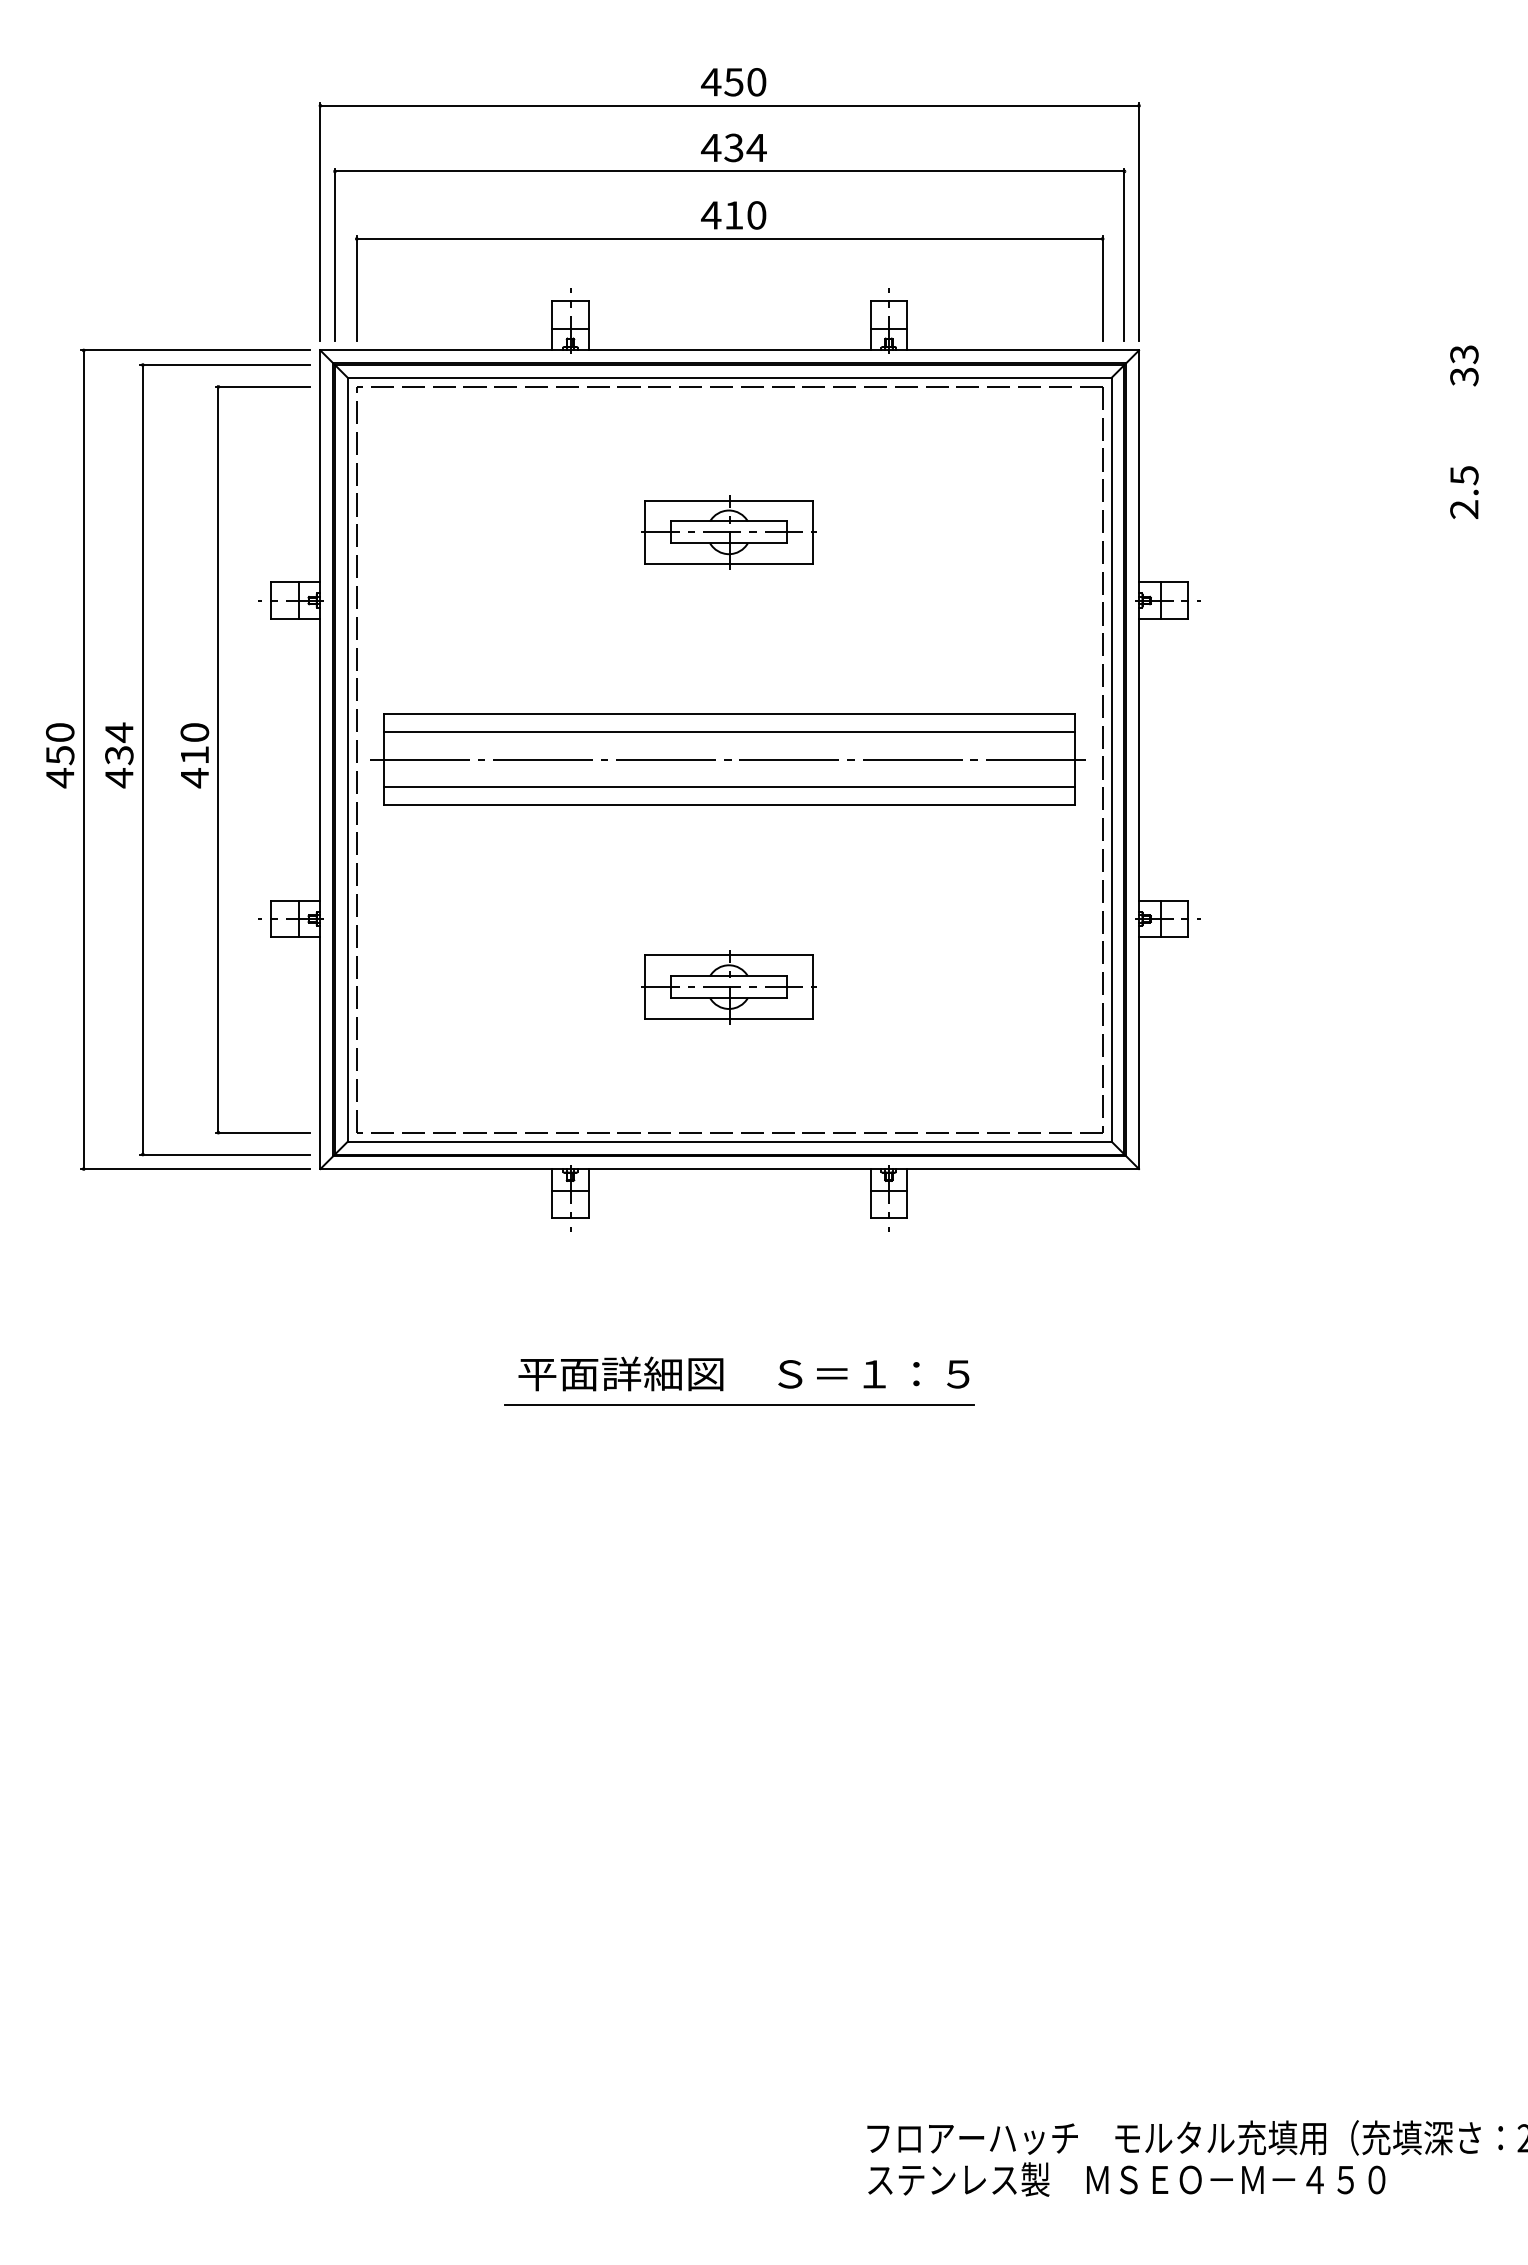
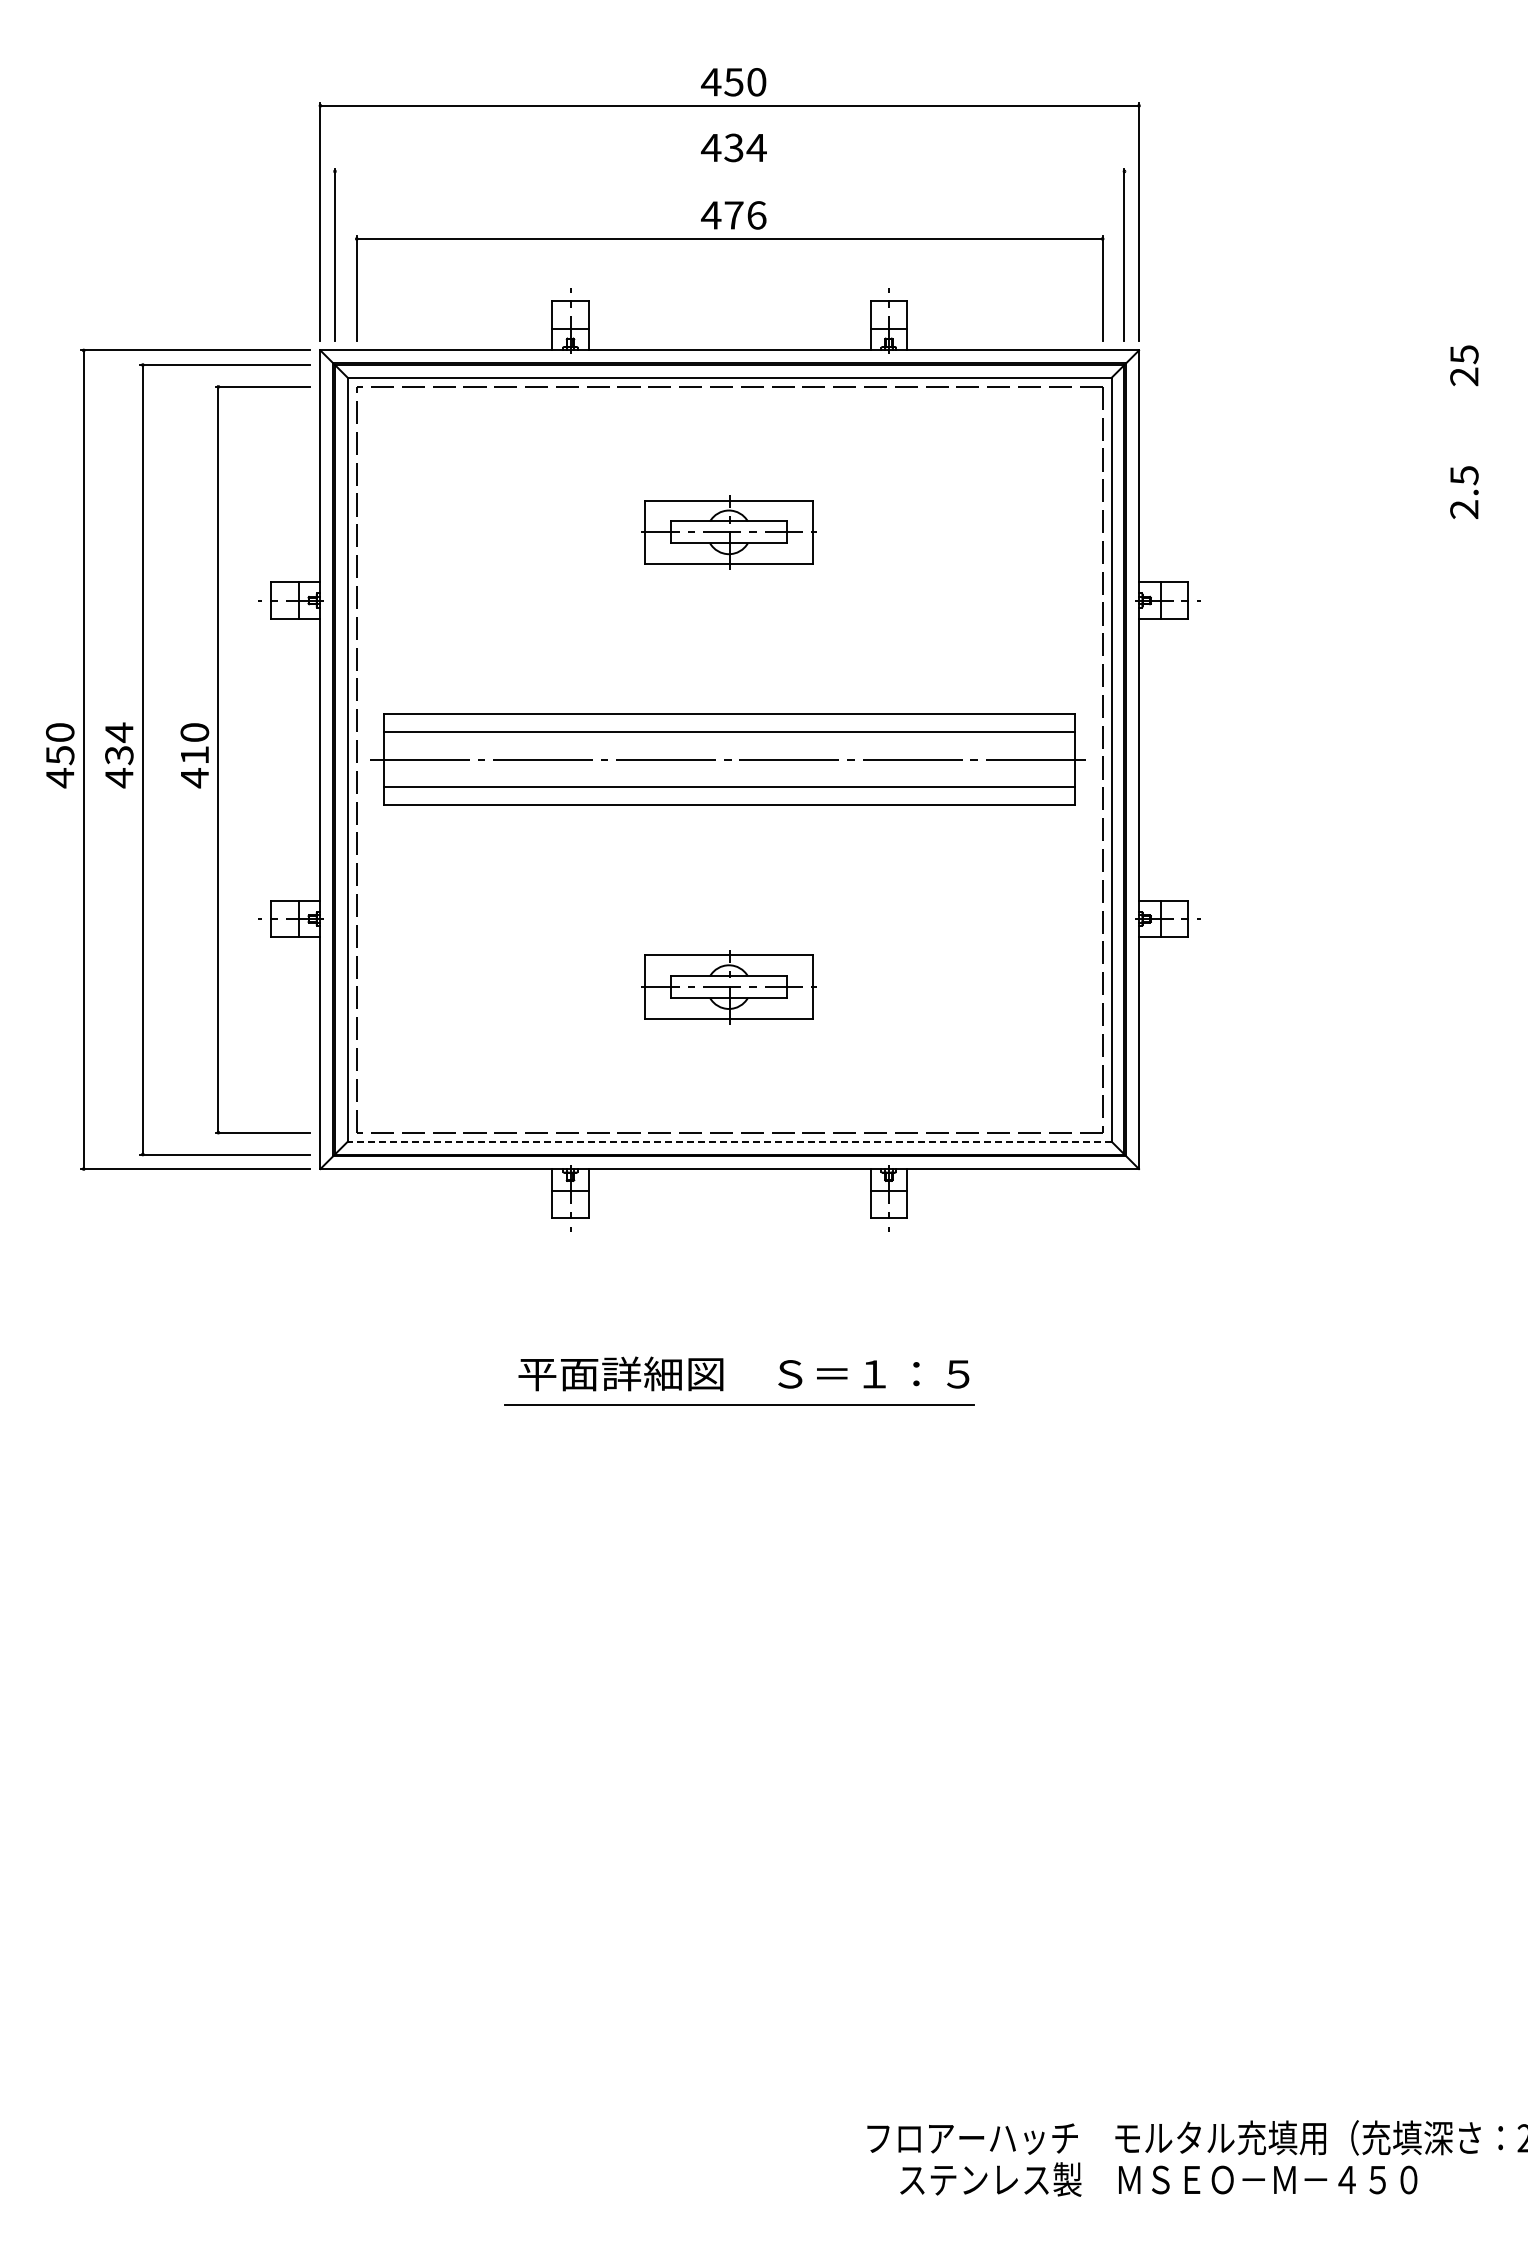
line at (729, 171): present -> none
text at (745, 215): 410 -> 476
text at (1464, 365): 33 -> 25
line at (729, 1141): solid -> dashed
text at (1126, 2179) position: (1126, 2179) -> (1158, 2179)
